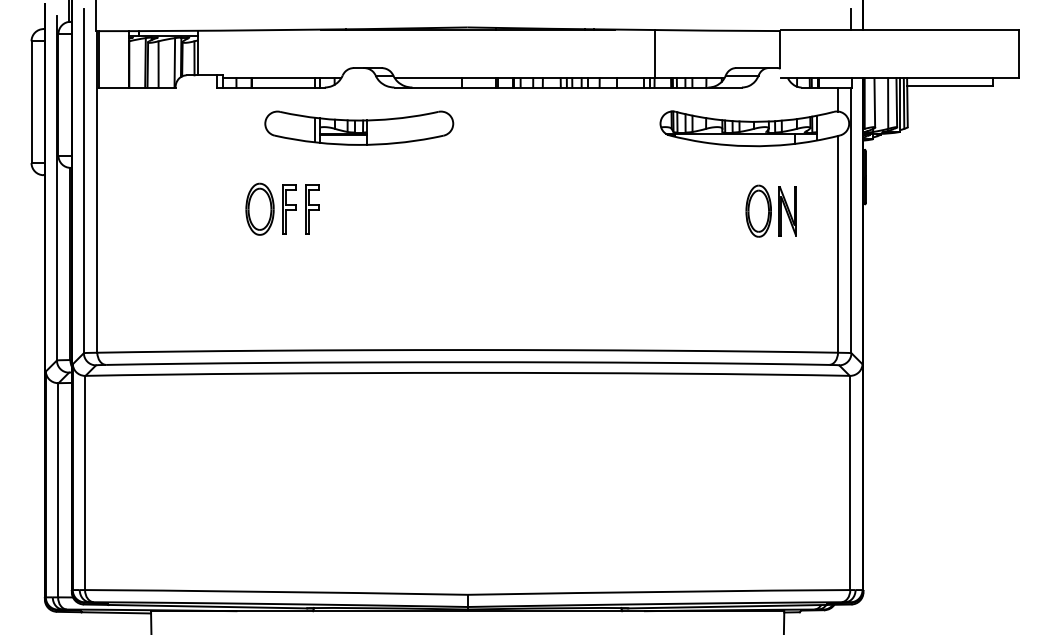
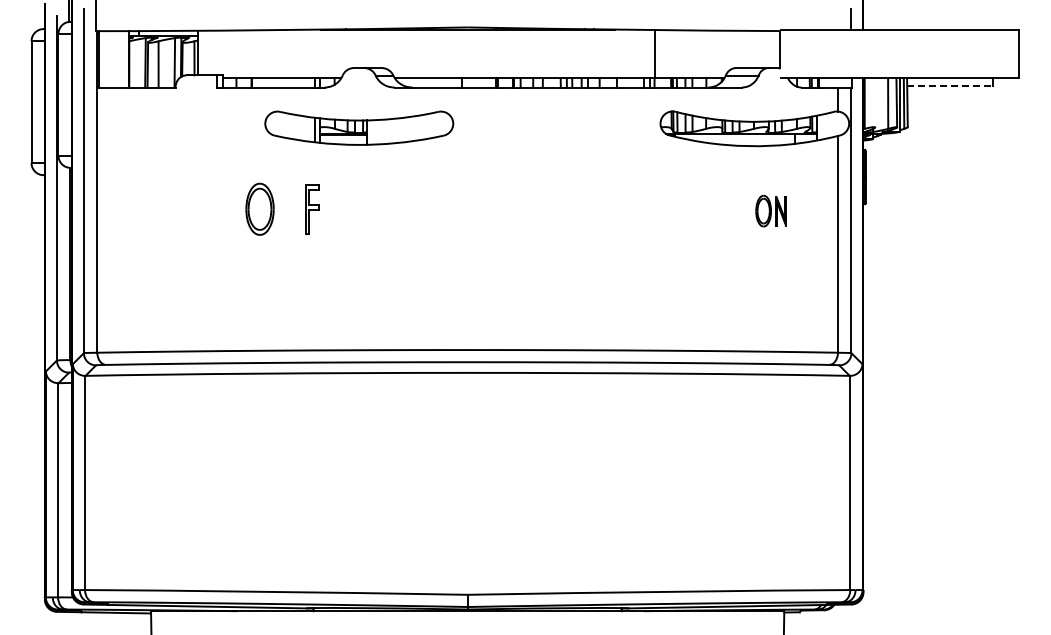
line at (949, 85): solid -> dashed
line at (874, 102): present -> none
part at (289, 209): present -> none
part at (770, 210) size: 52x54 px -> 32x34 px
